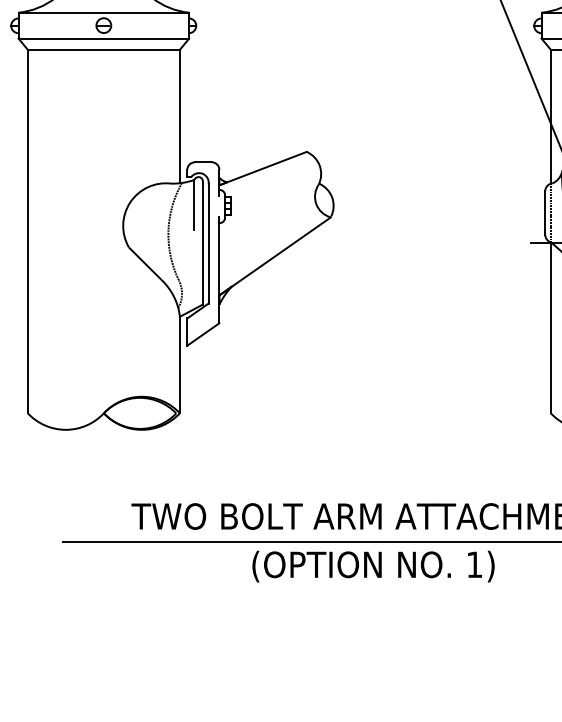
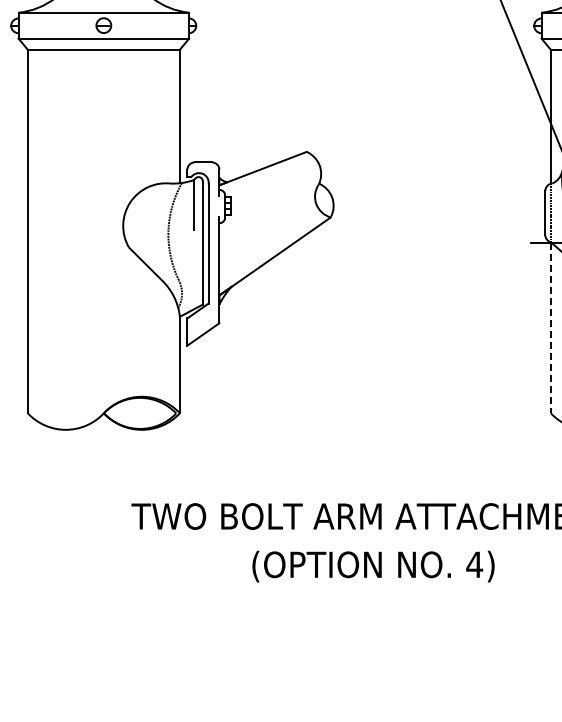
line at (550, 328): solid -> dashed
line at (310, 542): present -> none
text at (474, 564): 1) -> 4)
